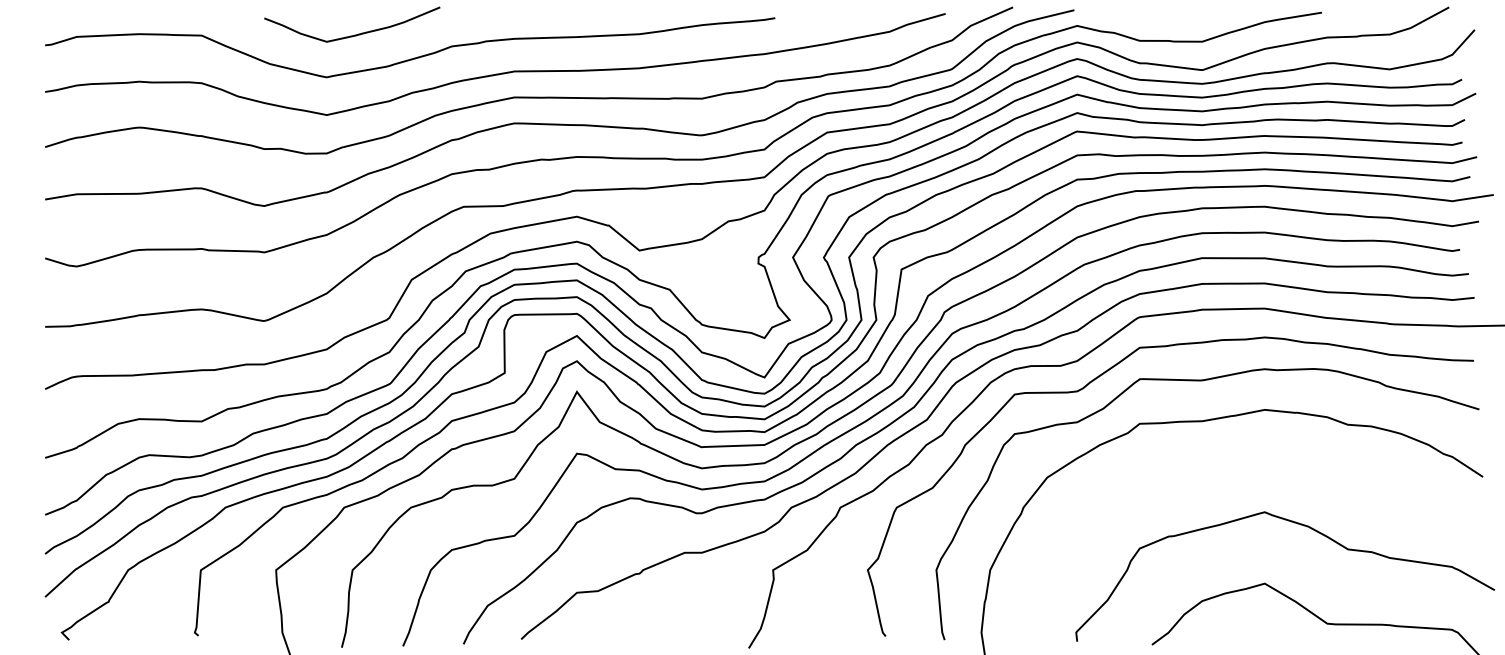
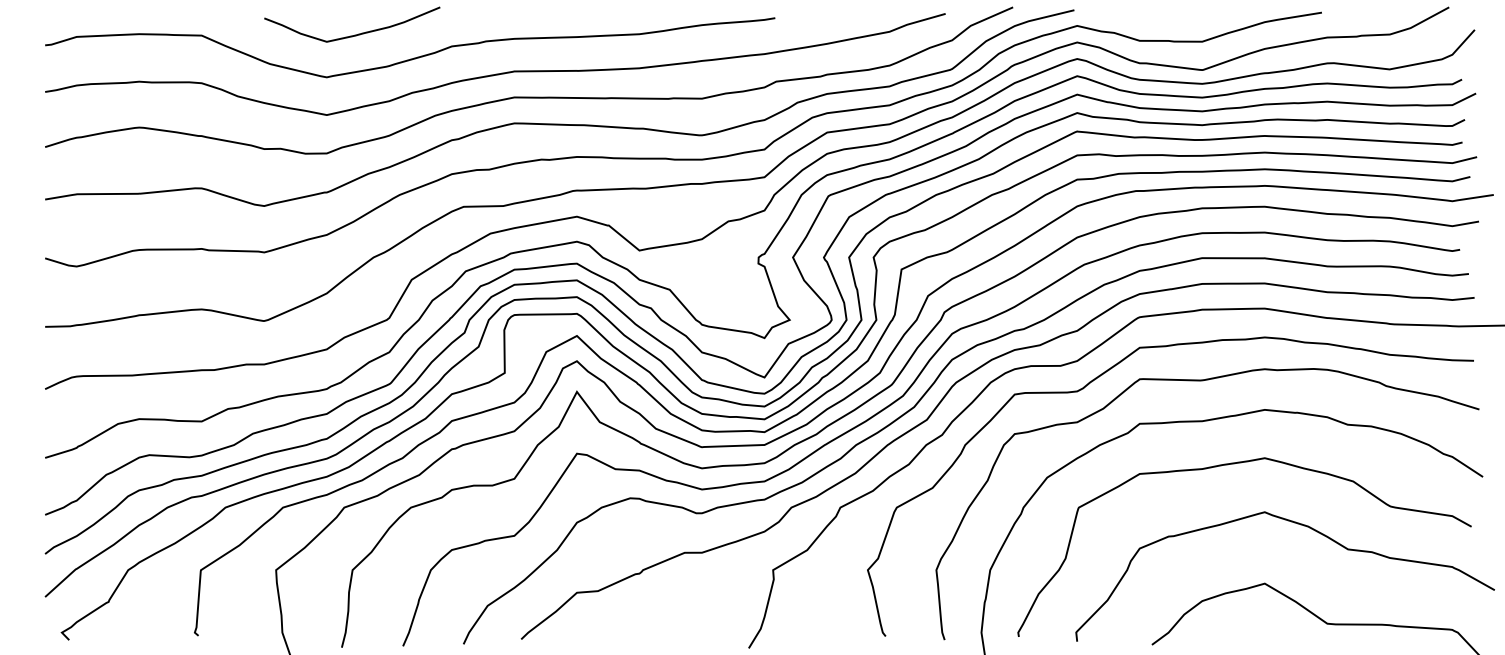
curve at (1228, 465): none -> present
